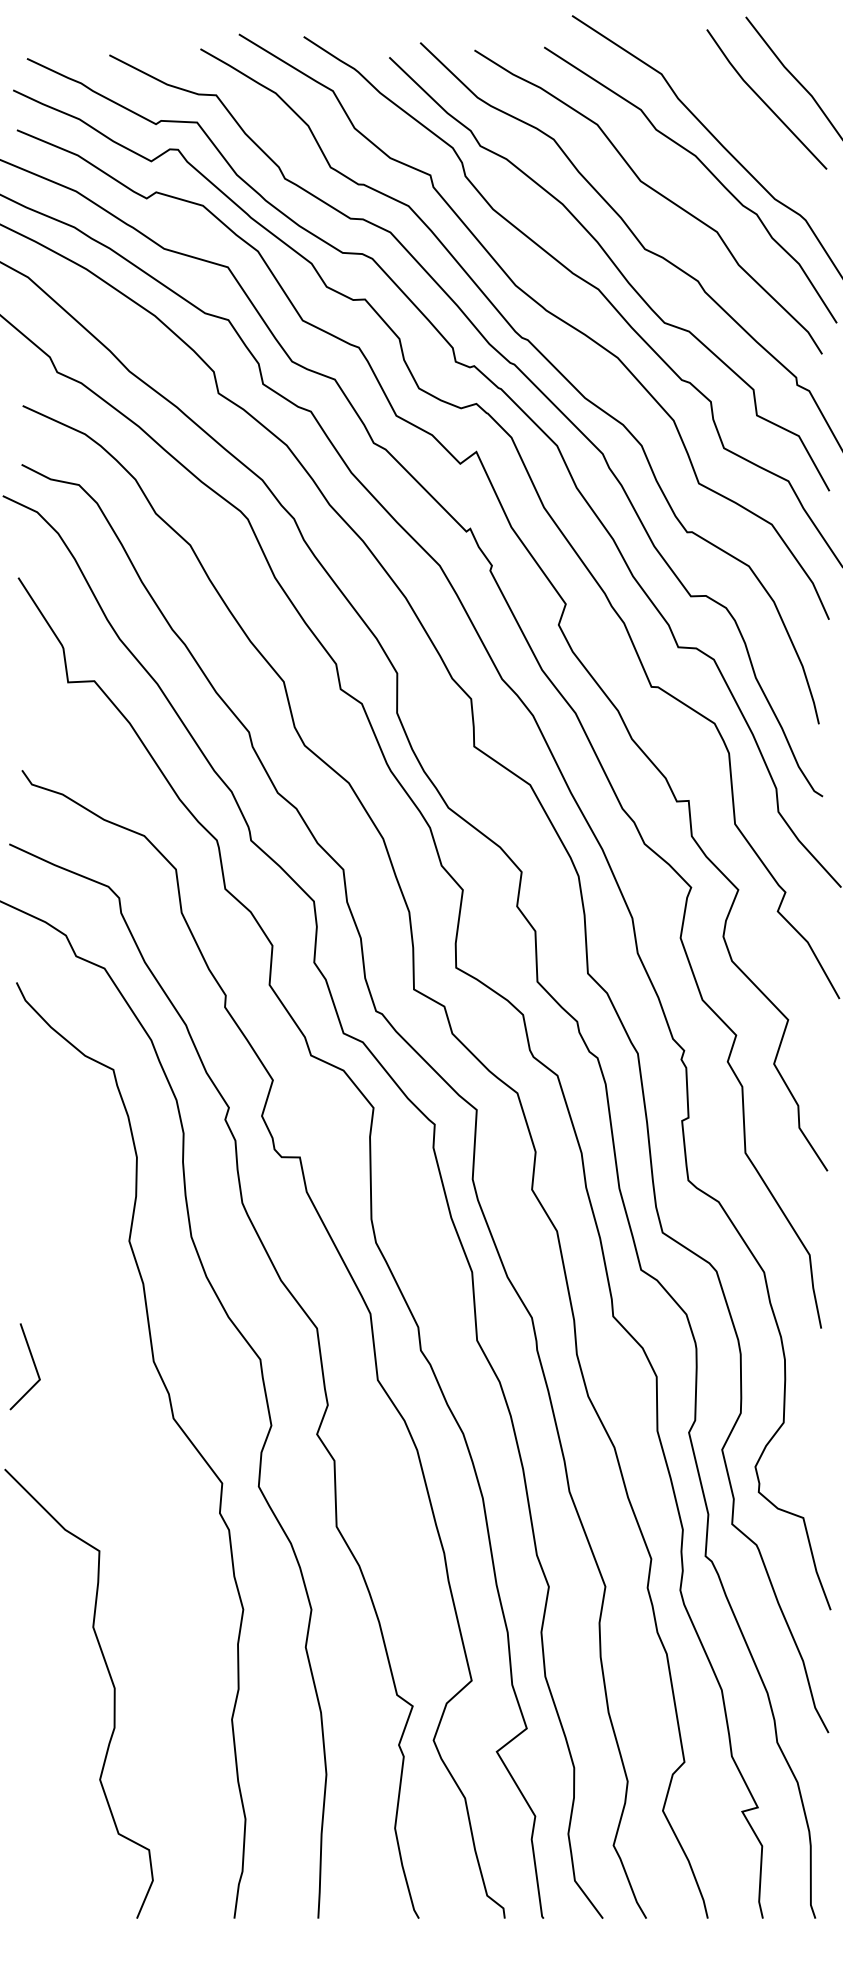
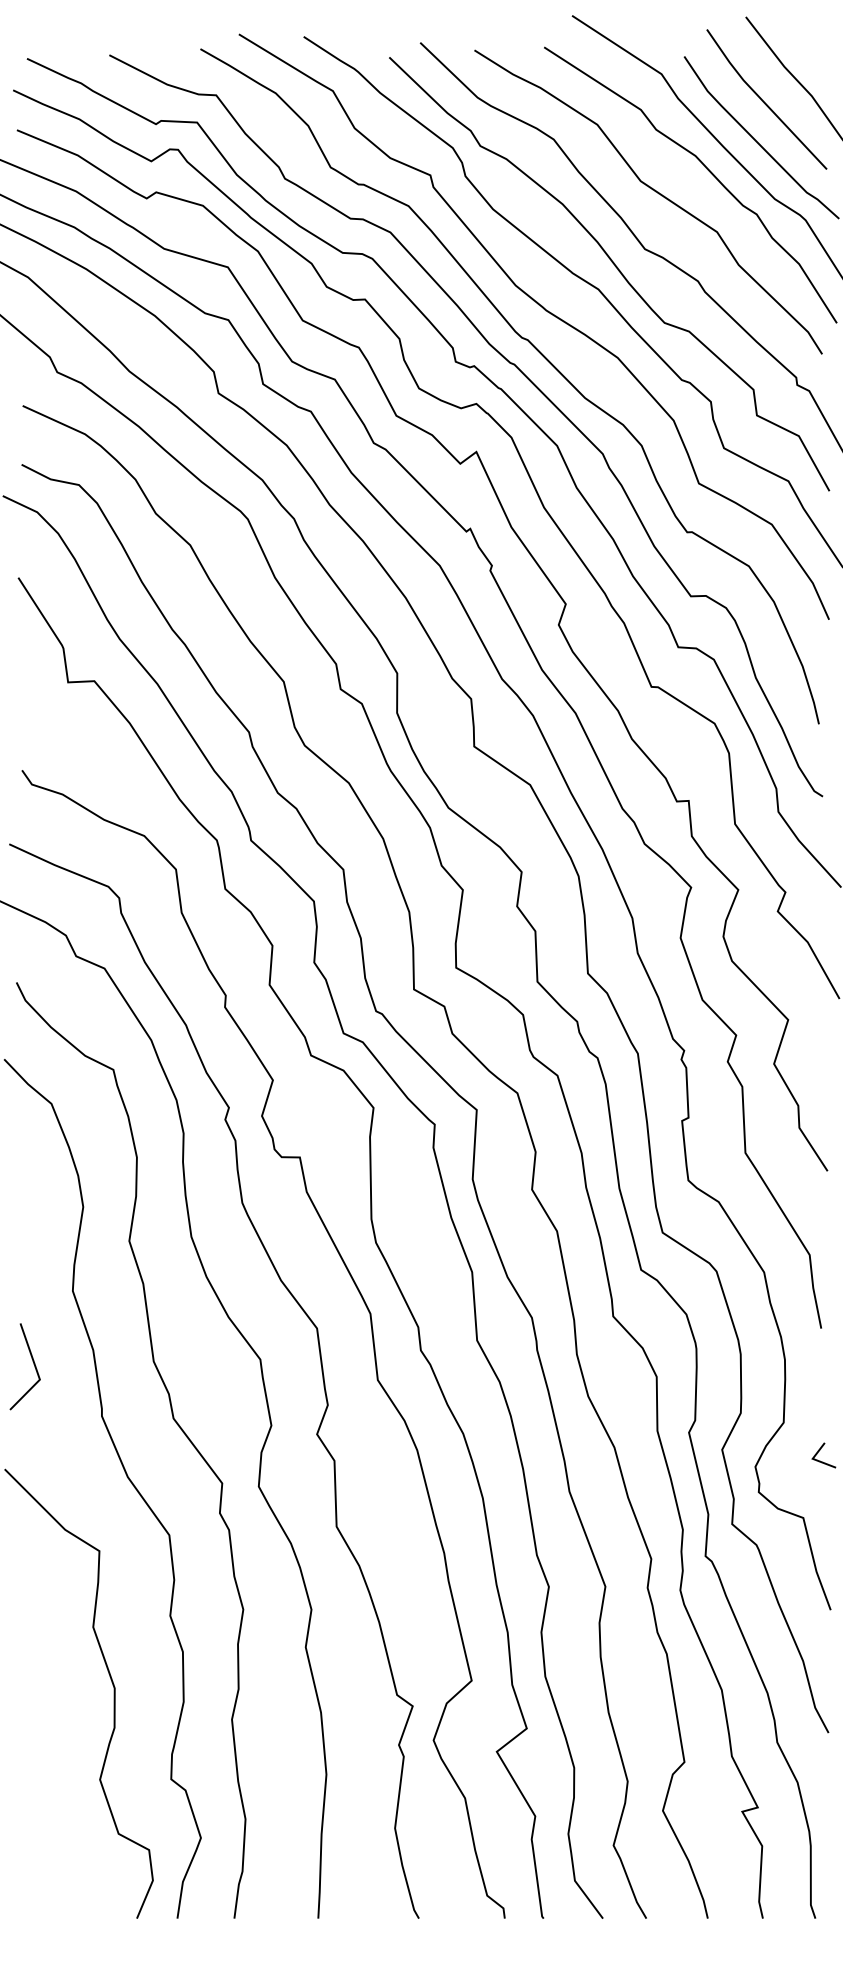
curve at (757, 141): none -> present
line at (819, 1451): none -> present
curve at (126, 1476): none -> present
